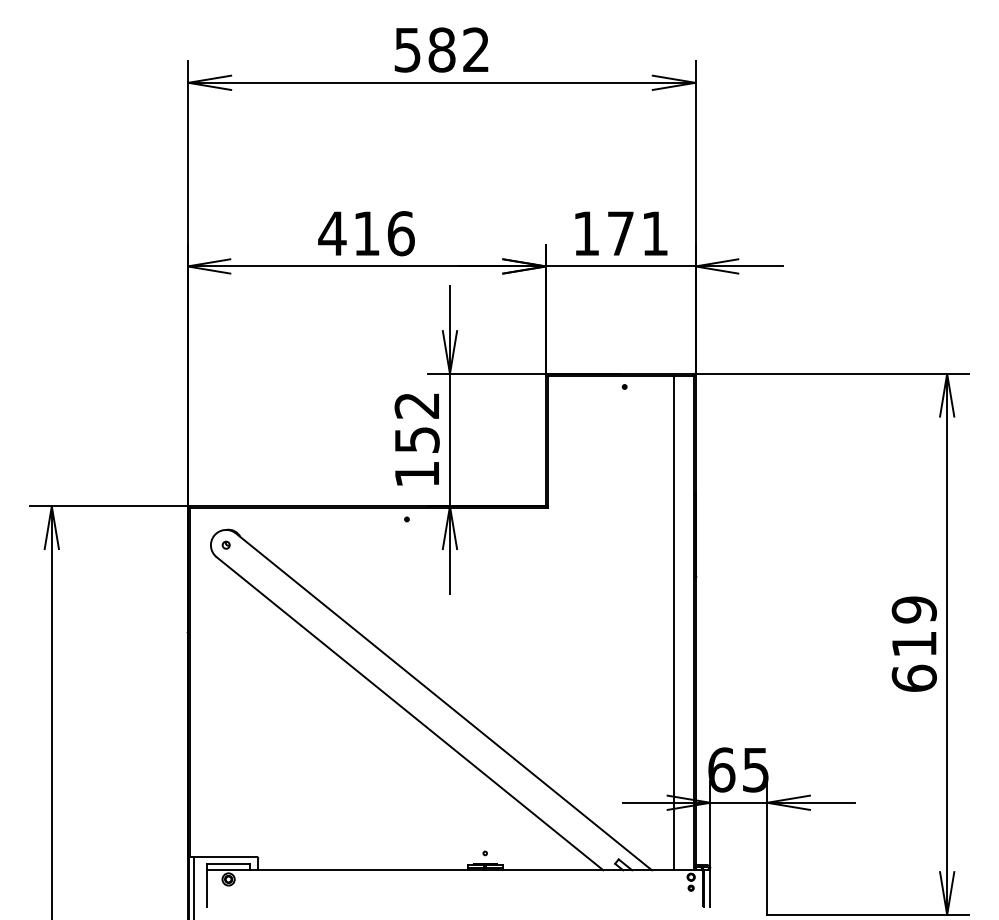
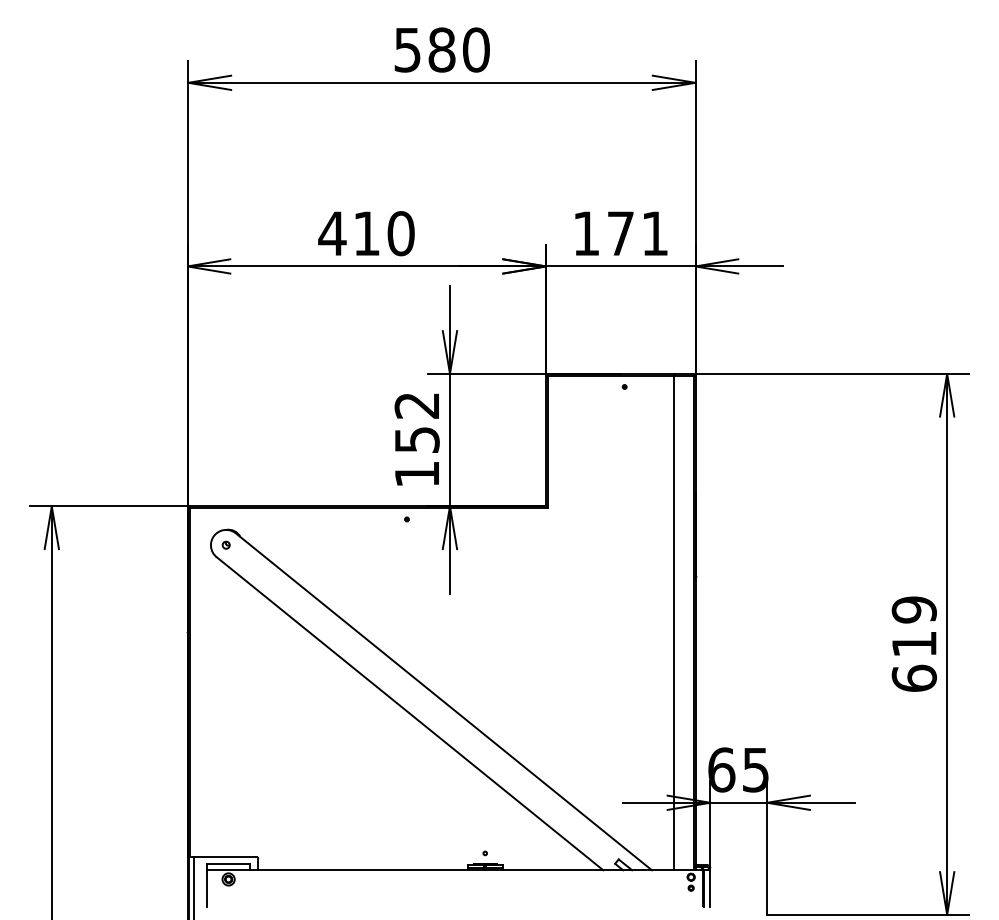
text at (475, 49): 582 -> 580
text at (400, 233): 416 -> 410
